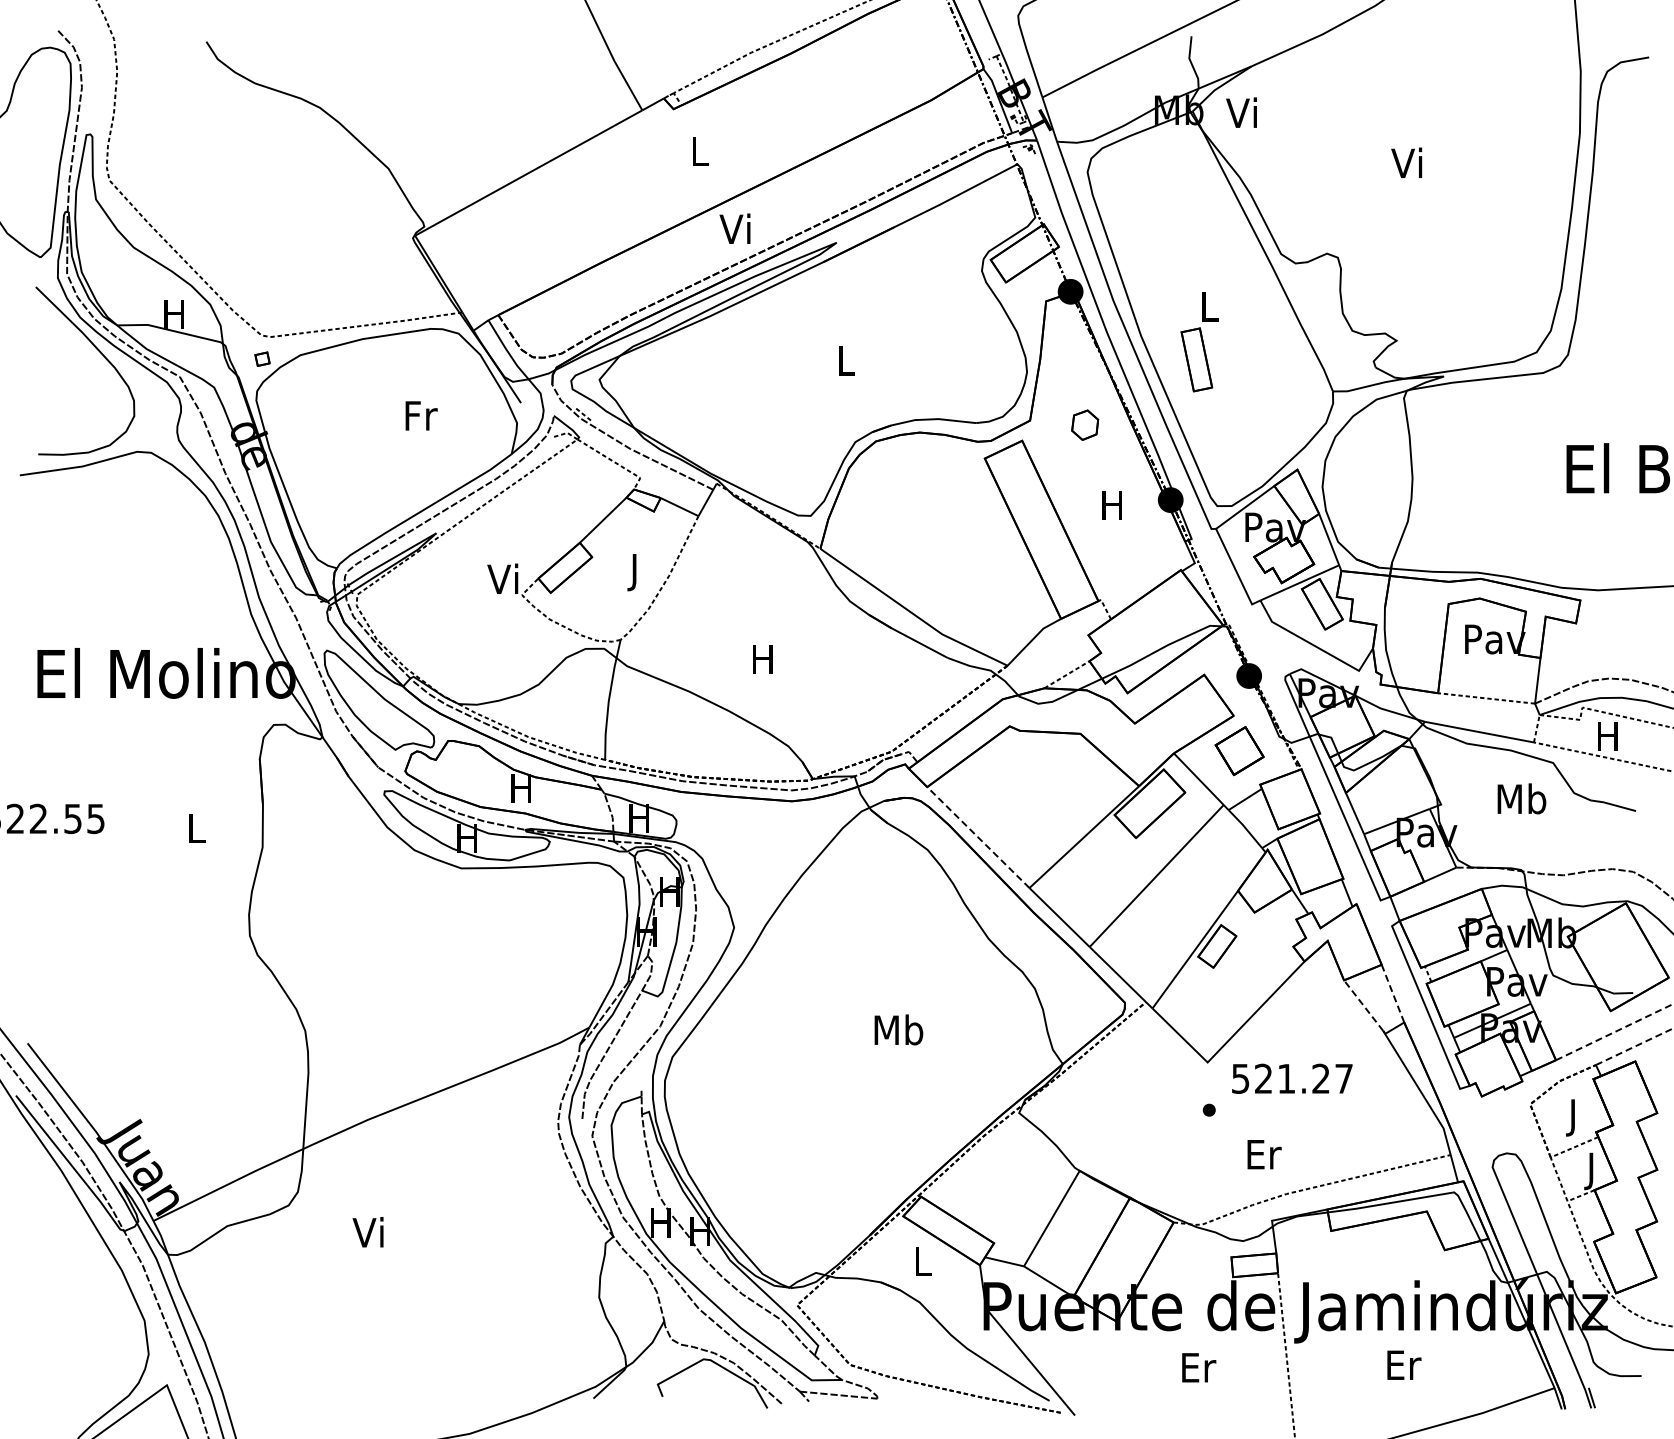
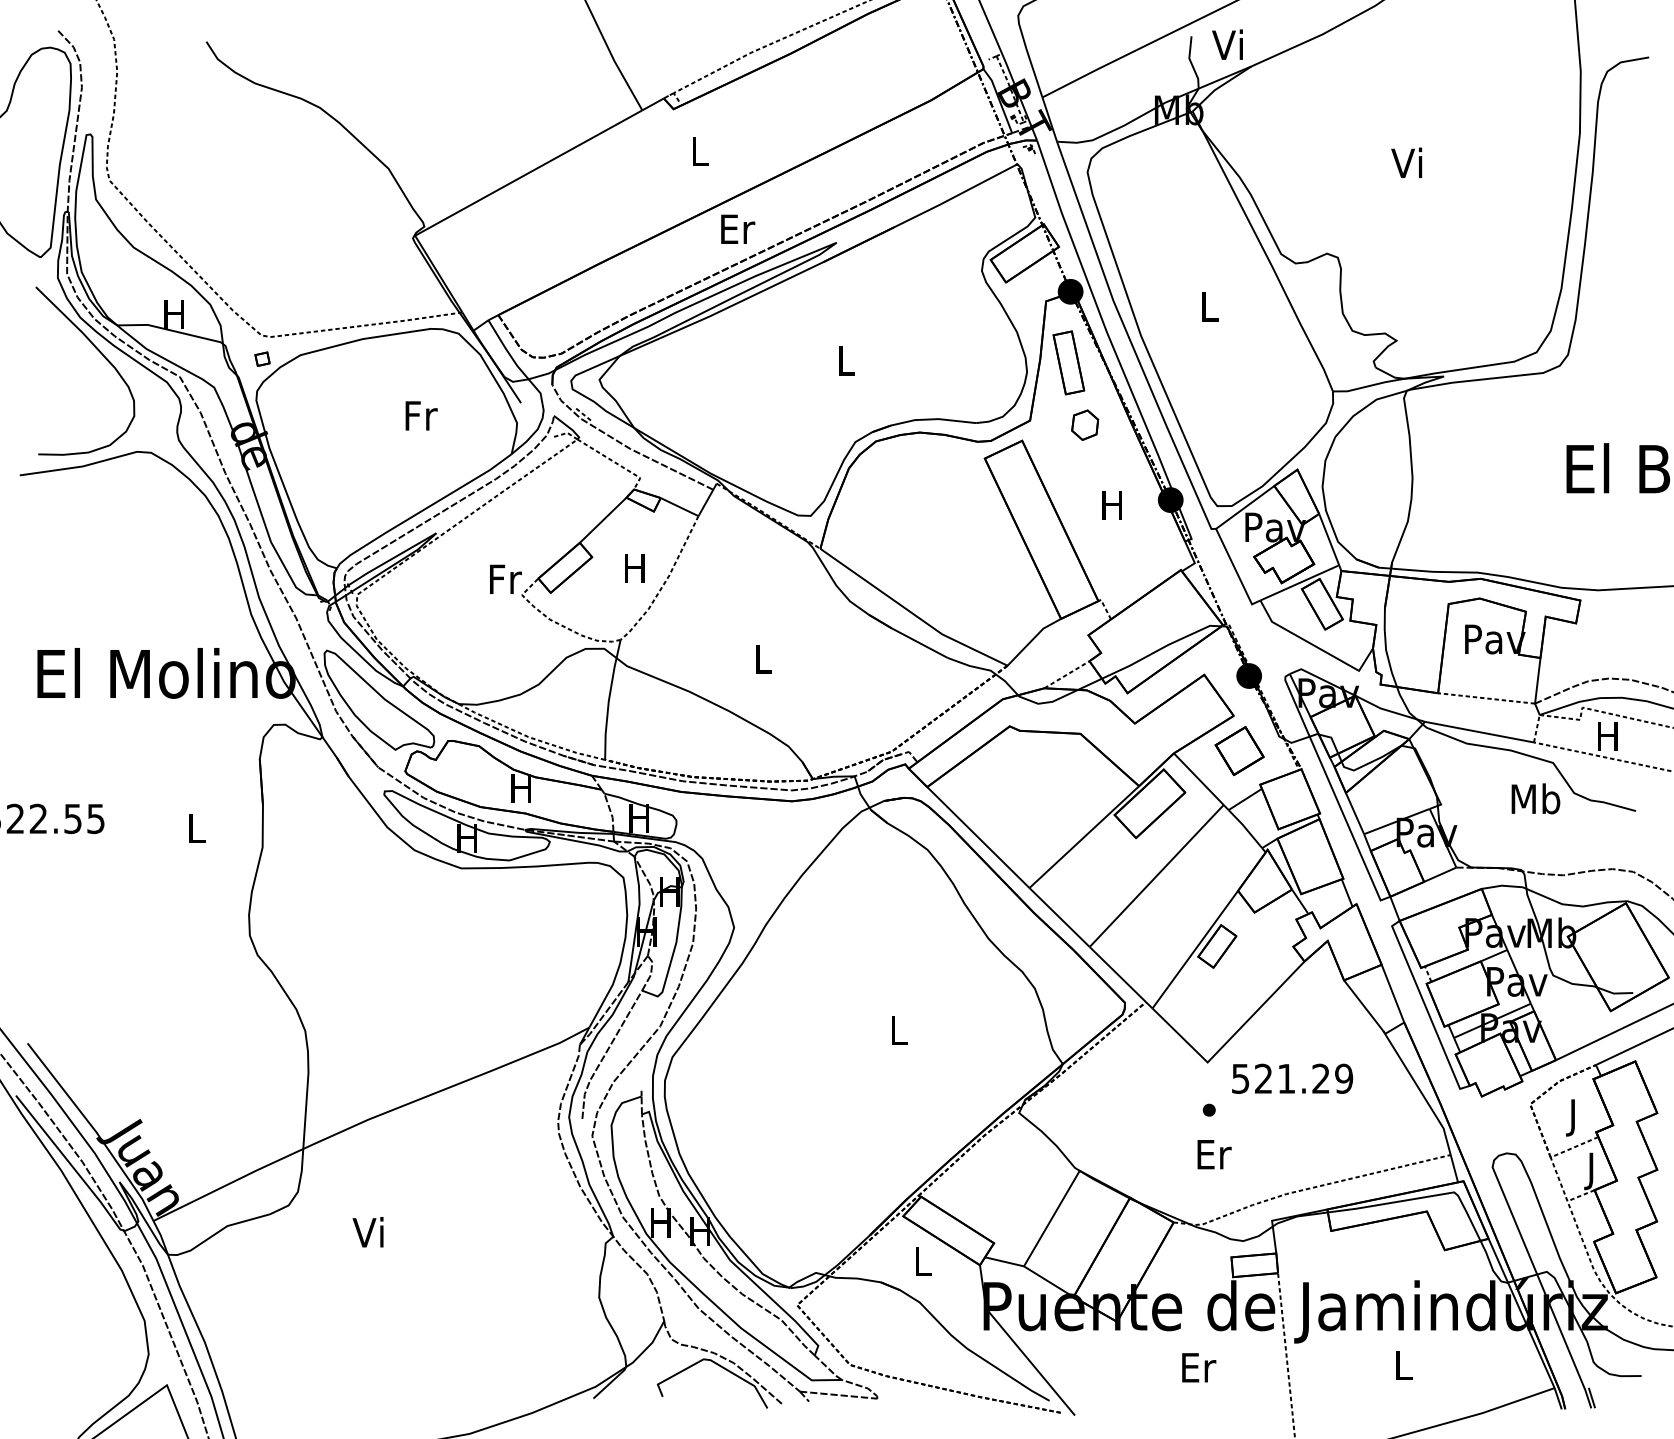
text at (1241, 112) position: (1241, 112) -> (1227, 44)
text at (737, 228): Vi -> Er
part at (1196, 359) position: (1196, 359) -> (1068, 362)
text at (634, 572): J -> H
text at (504, 578): Vi -> Fr
text at (762, 659): H -> L
text at (1521, 798) position: (1521, 798) -> (1535, 798)
line at (978, 837): dashed -> solid
line at (1392, 993): dashed -> solid
line at (1363, 1005): dashed -> solid
text at (898, 1029): Mb -> L
line at (1615, 1031): dashed -> solid
line at (1634, 1046): dashed -> solid
text at (1344, 1078): 521.27 -> 521.29
text at (1264, 1154) position: (1264, 1154) -> (1214, 1154)
text at (1404, 1364): Er -> L
